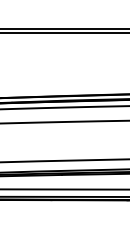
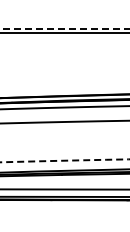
line at (64, 28): solid -> dashed
arc at (64, 160): solid -> dashed
